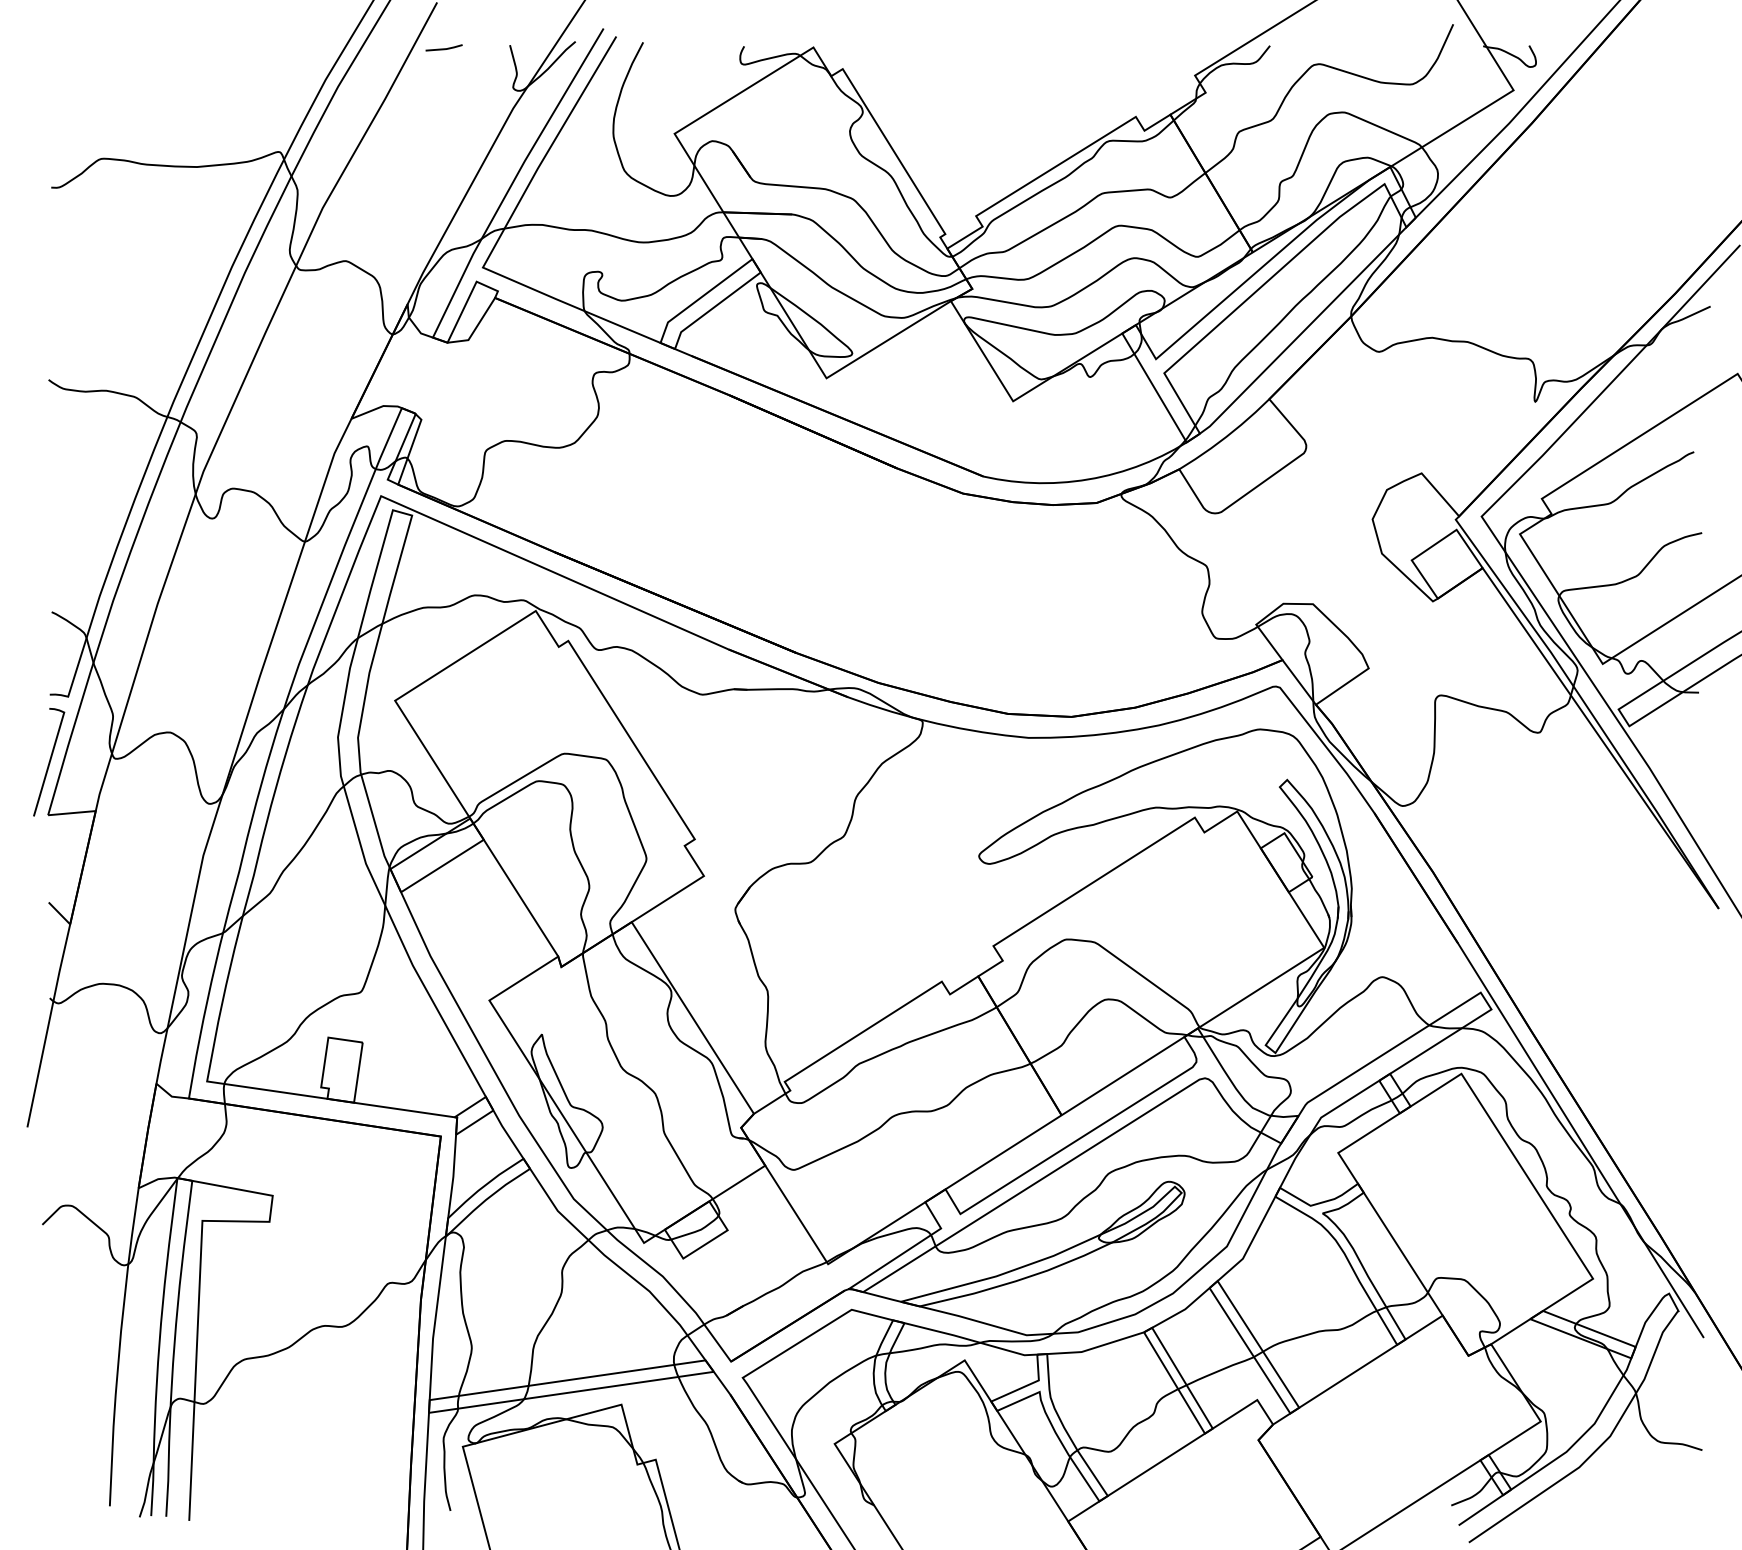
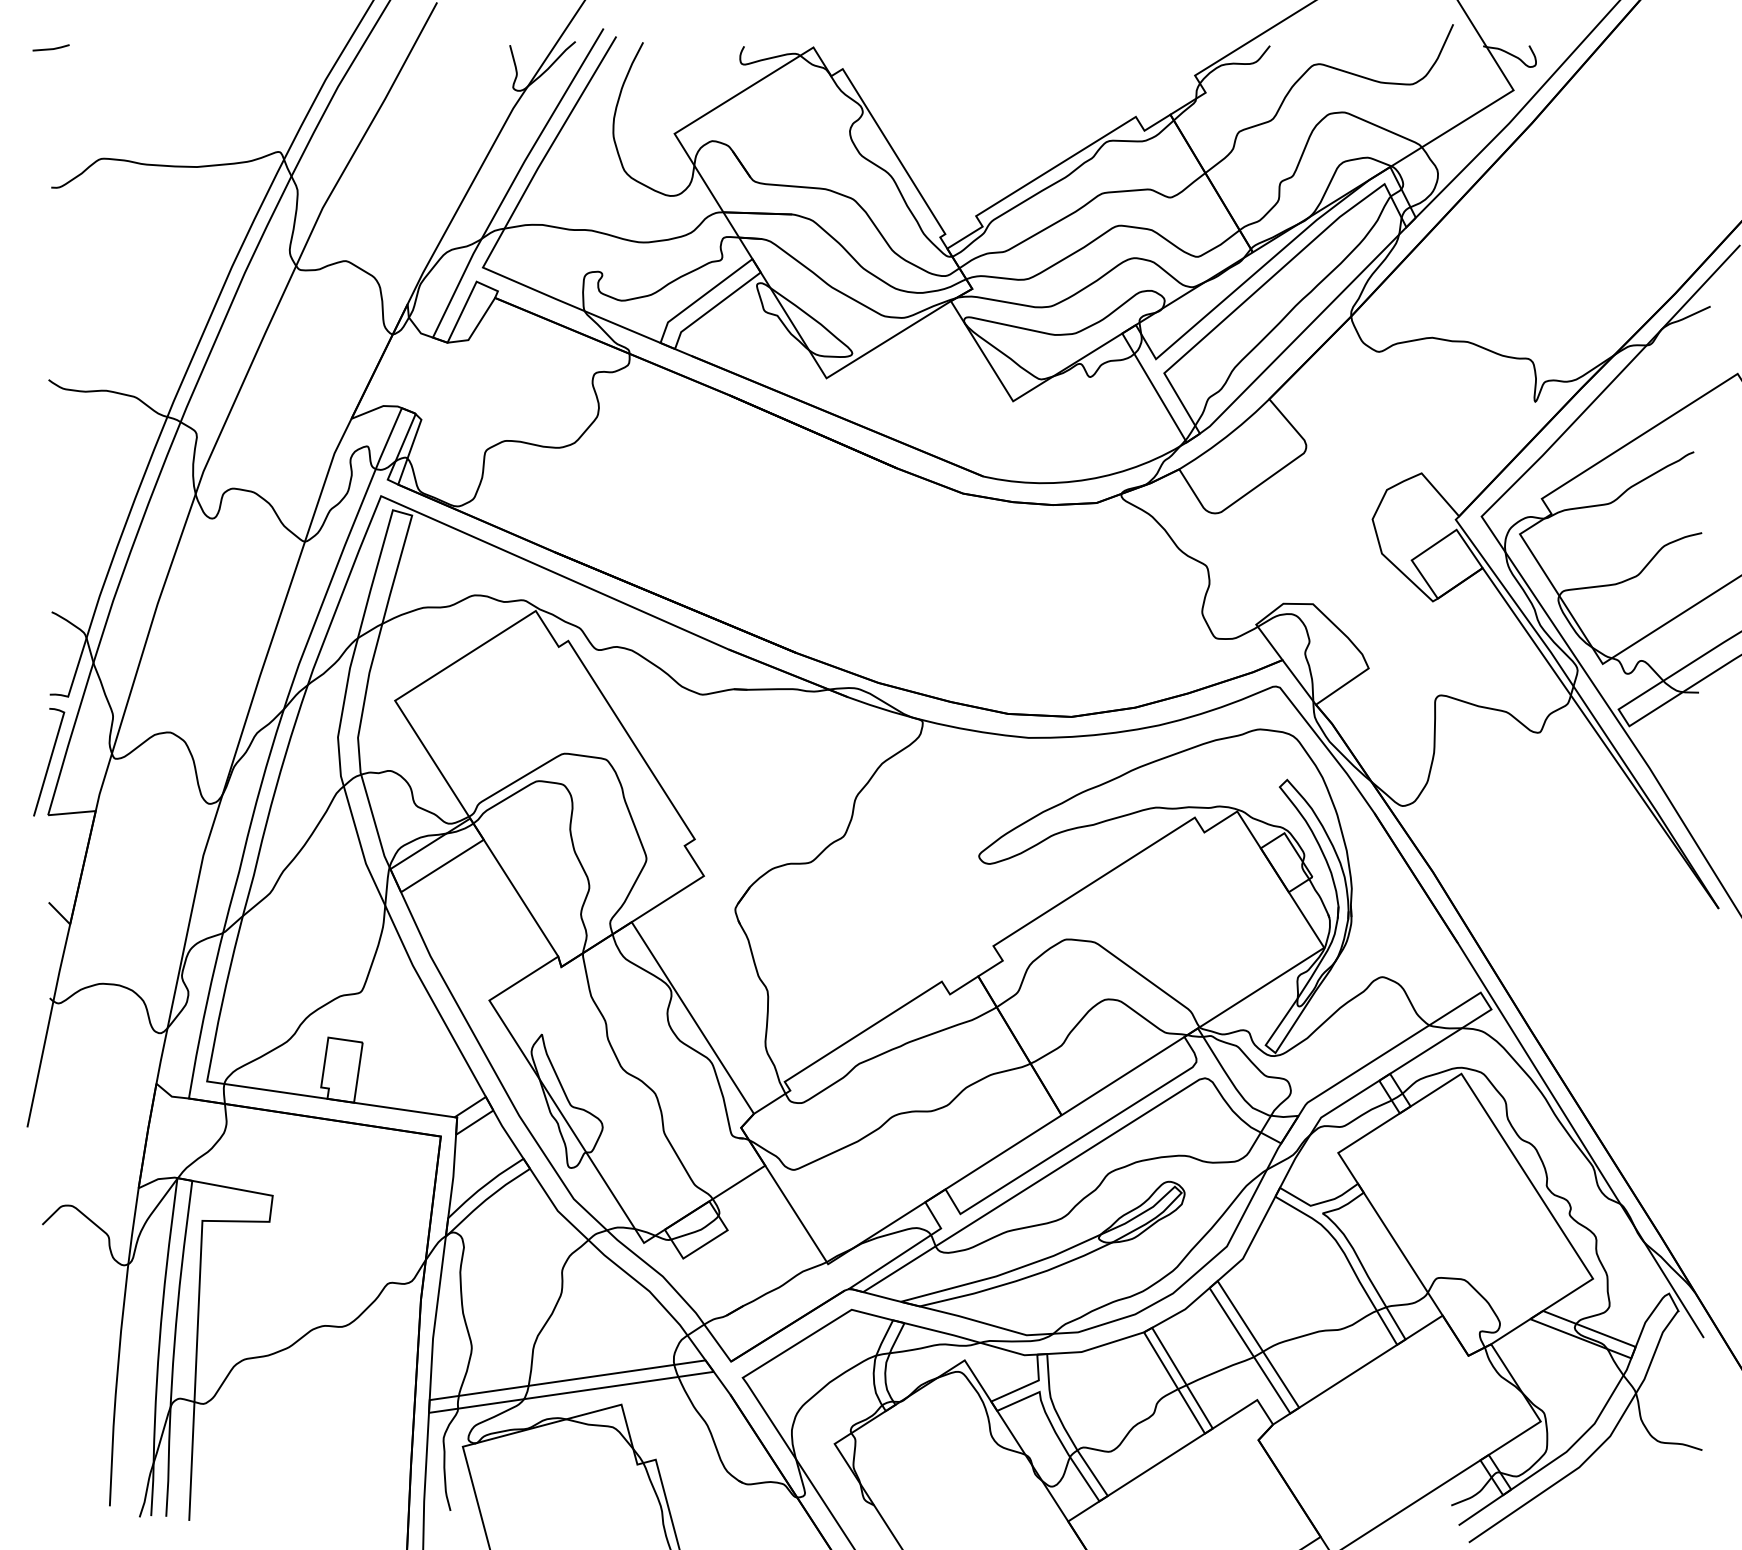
line at (443, 48) position: (443, 48) -> (50, 48)
